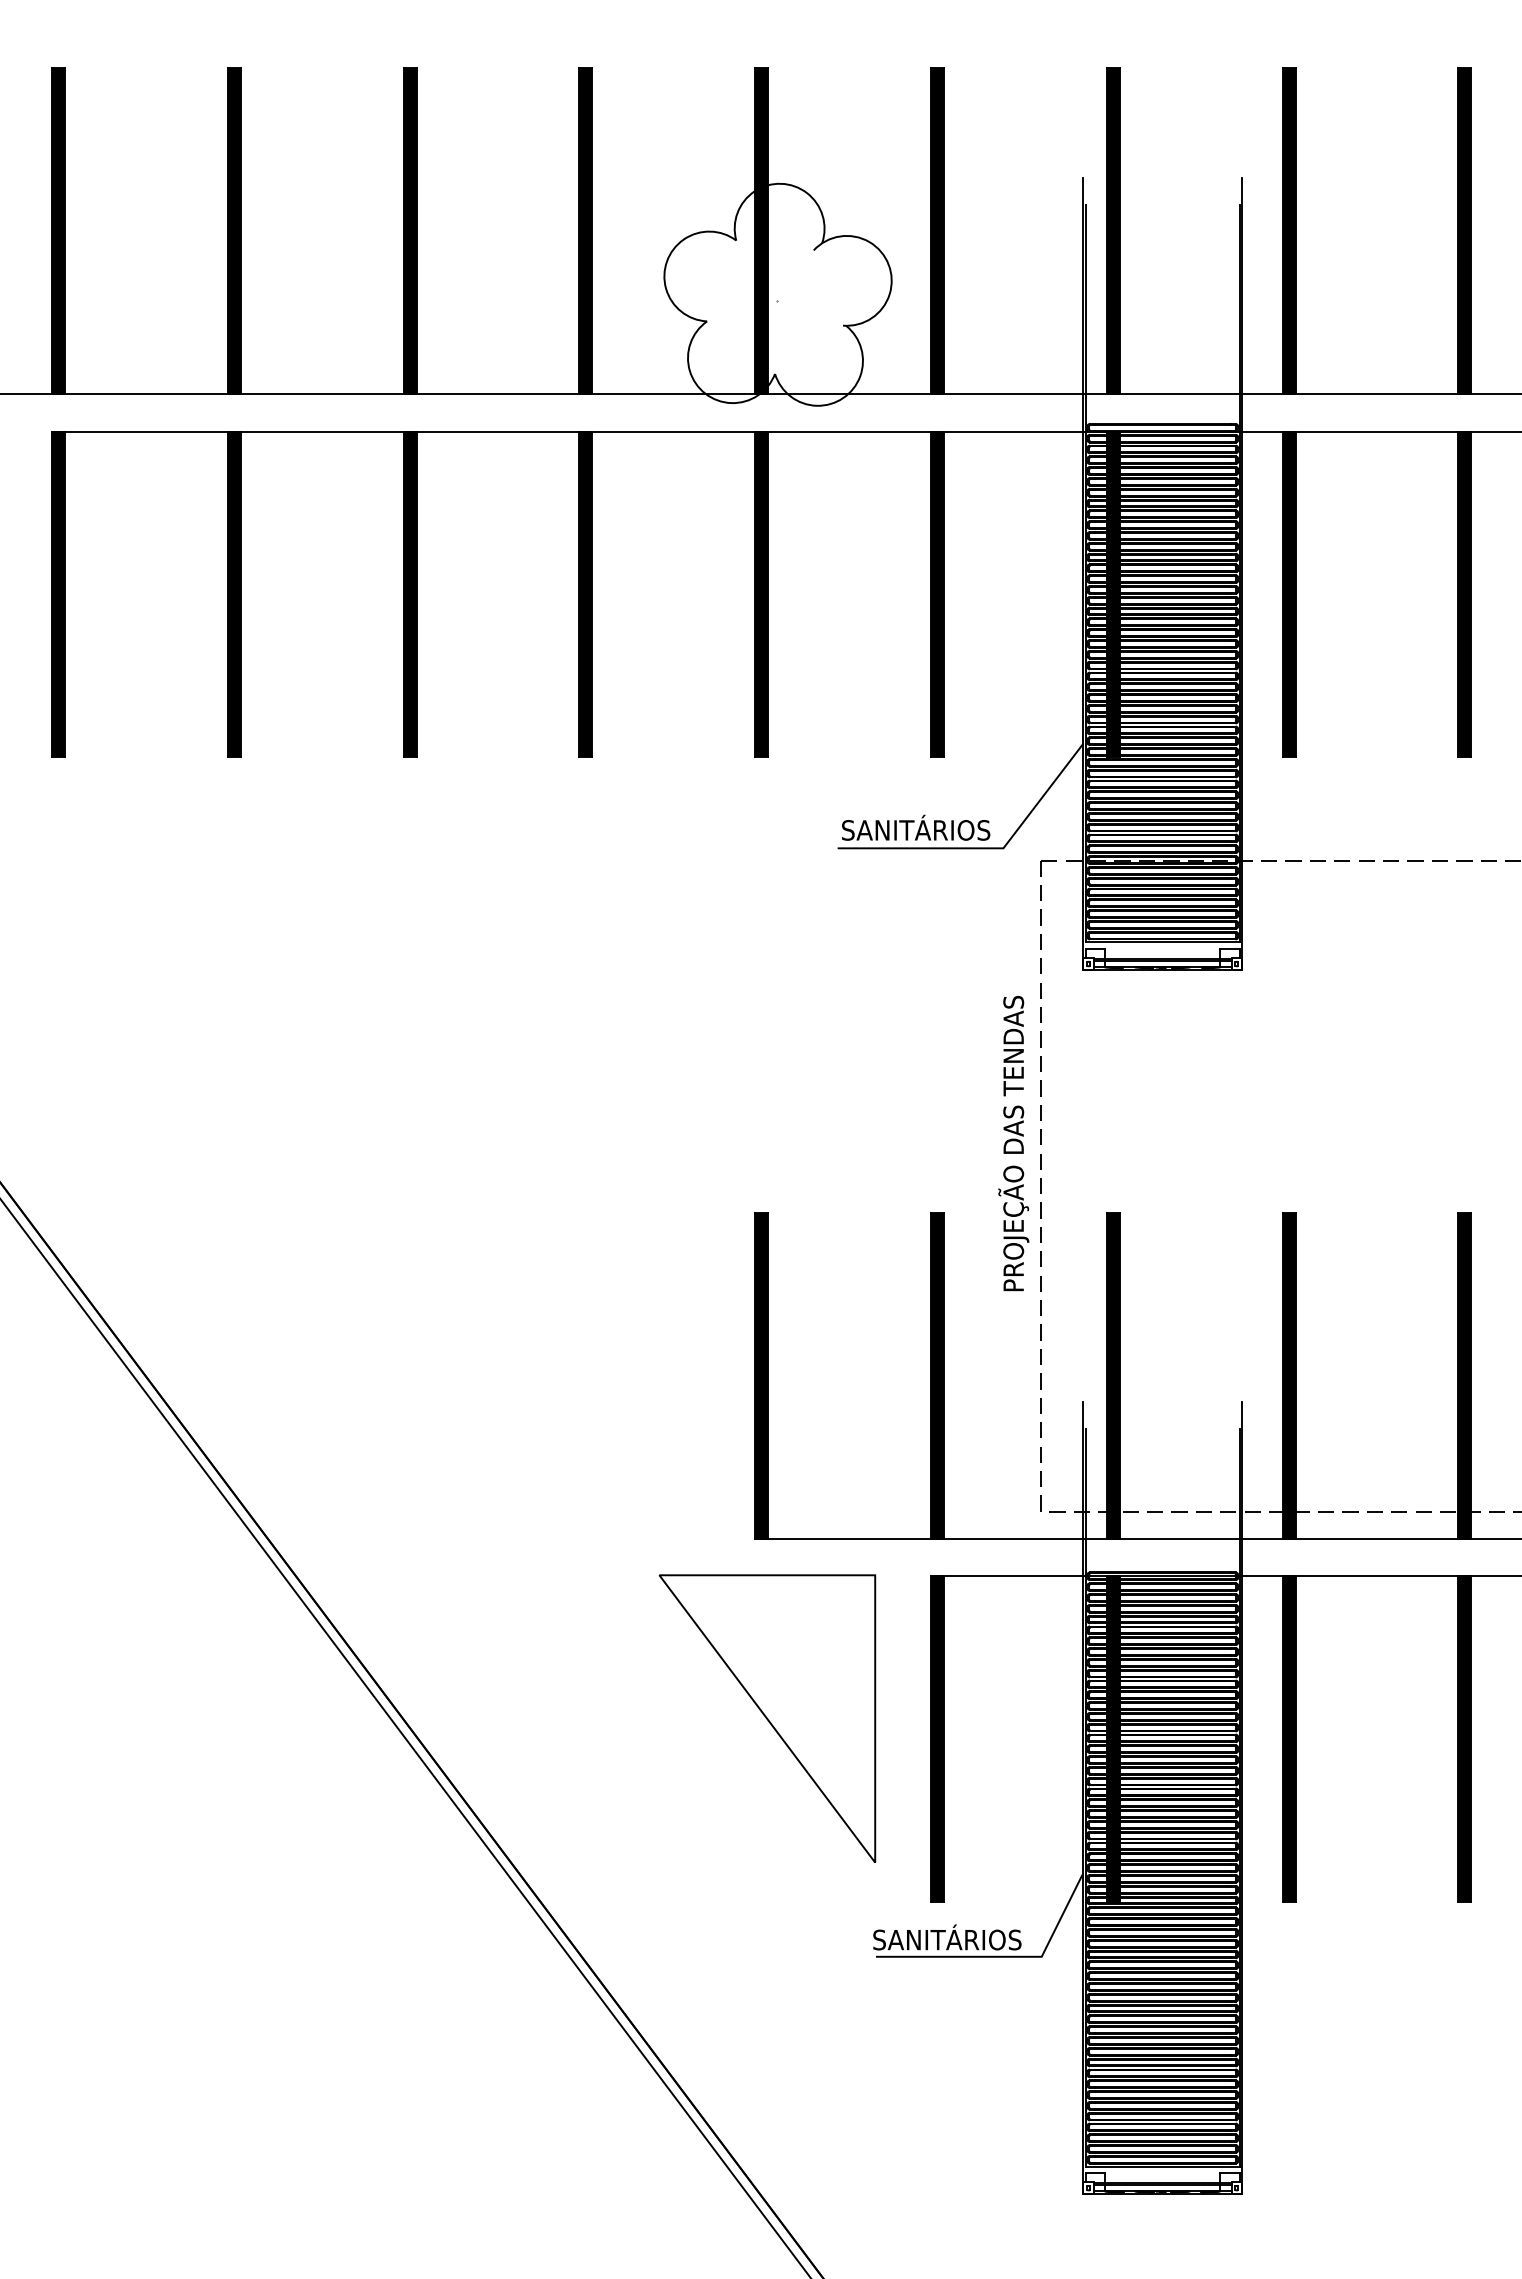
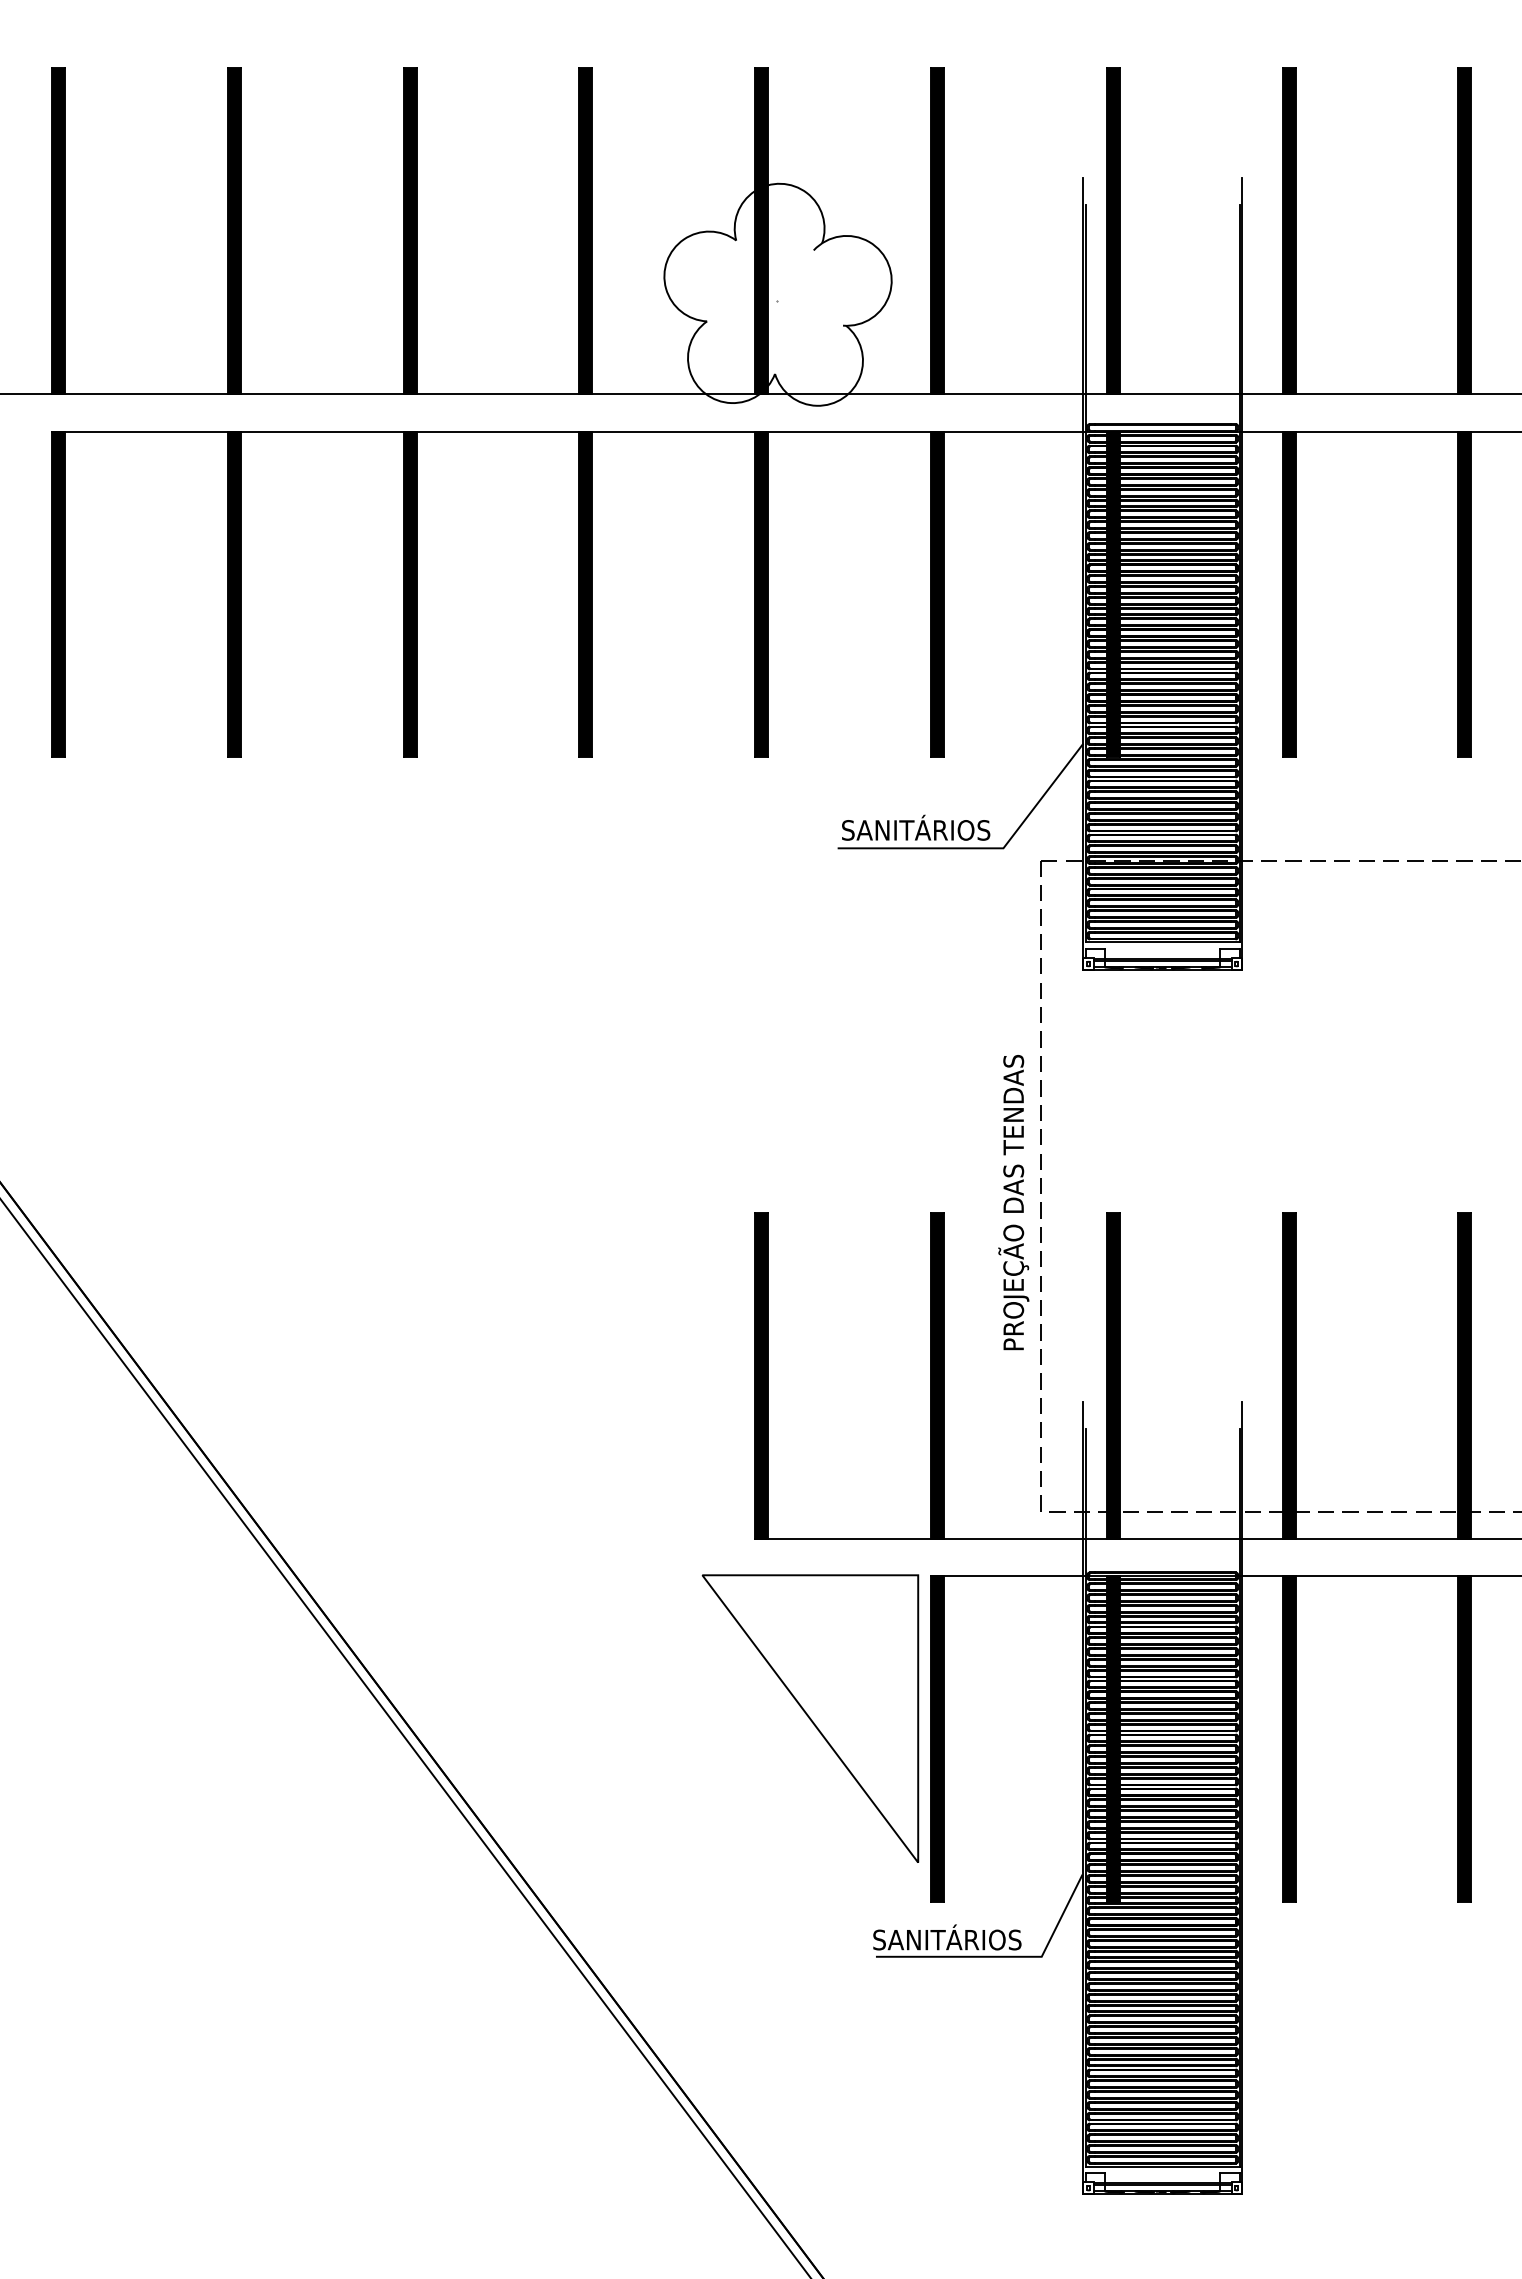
text at (1013, 1143) position: (1013, 1143) -> (1013, 1202)
part at (767, 1718) position: (767, 1718) -> (810, 1718)
